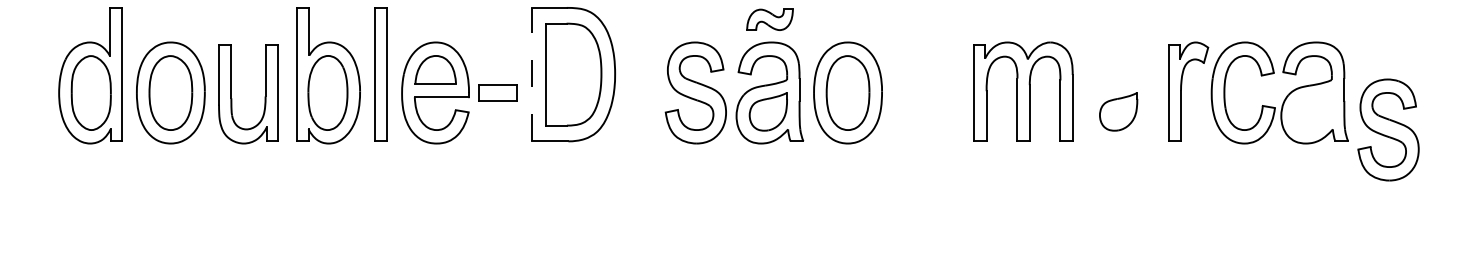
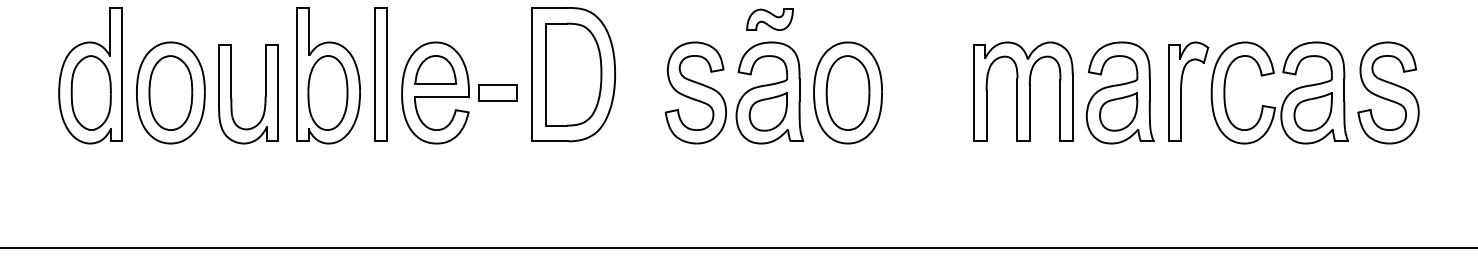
line at (532, 74): dashed -> solid
part at (1119, 92): none -> present
part at (1312, 111): none -> present
part at (1388, 129) position: (1388, 129) -> (1388, 92)
line at (738, 248): none -> present
